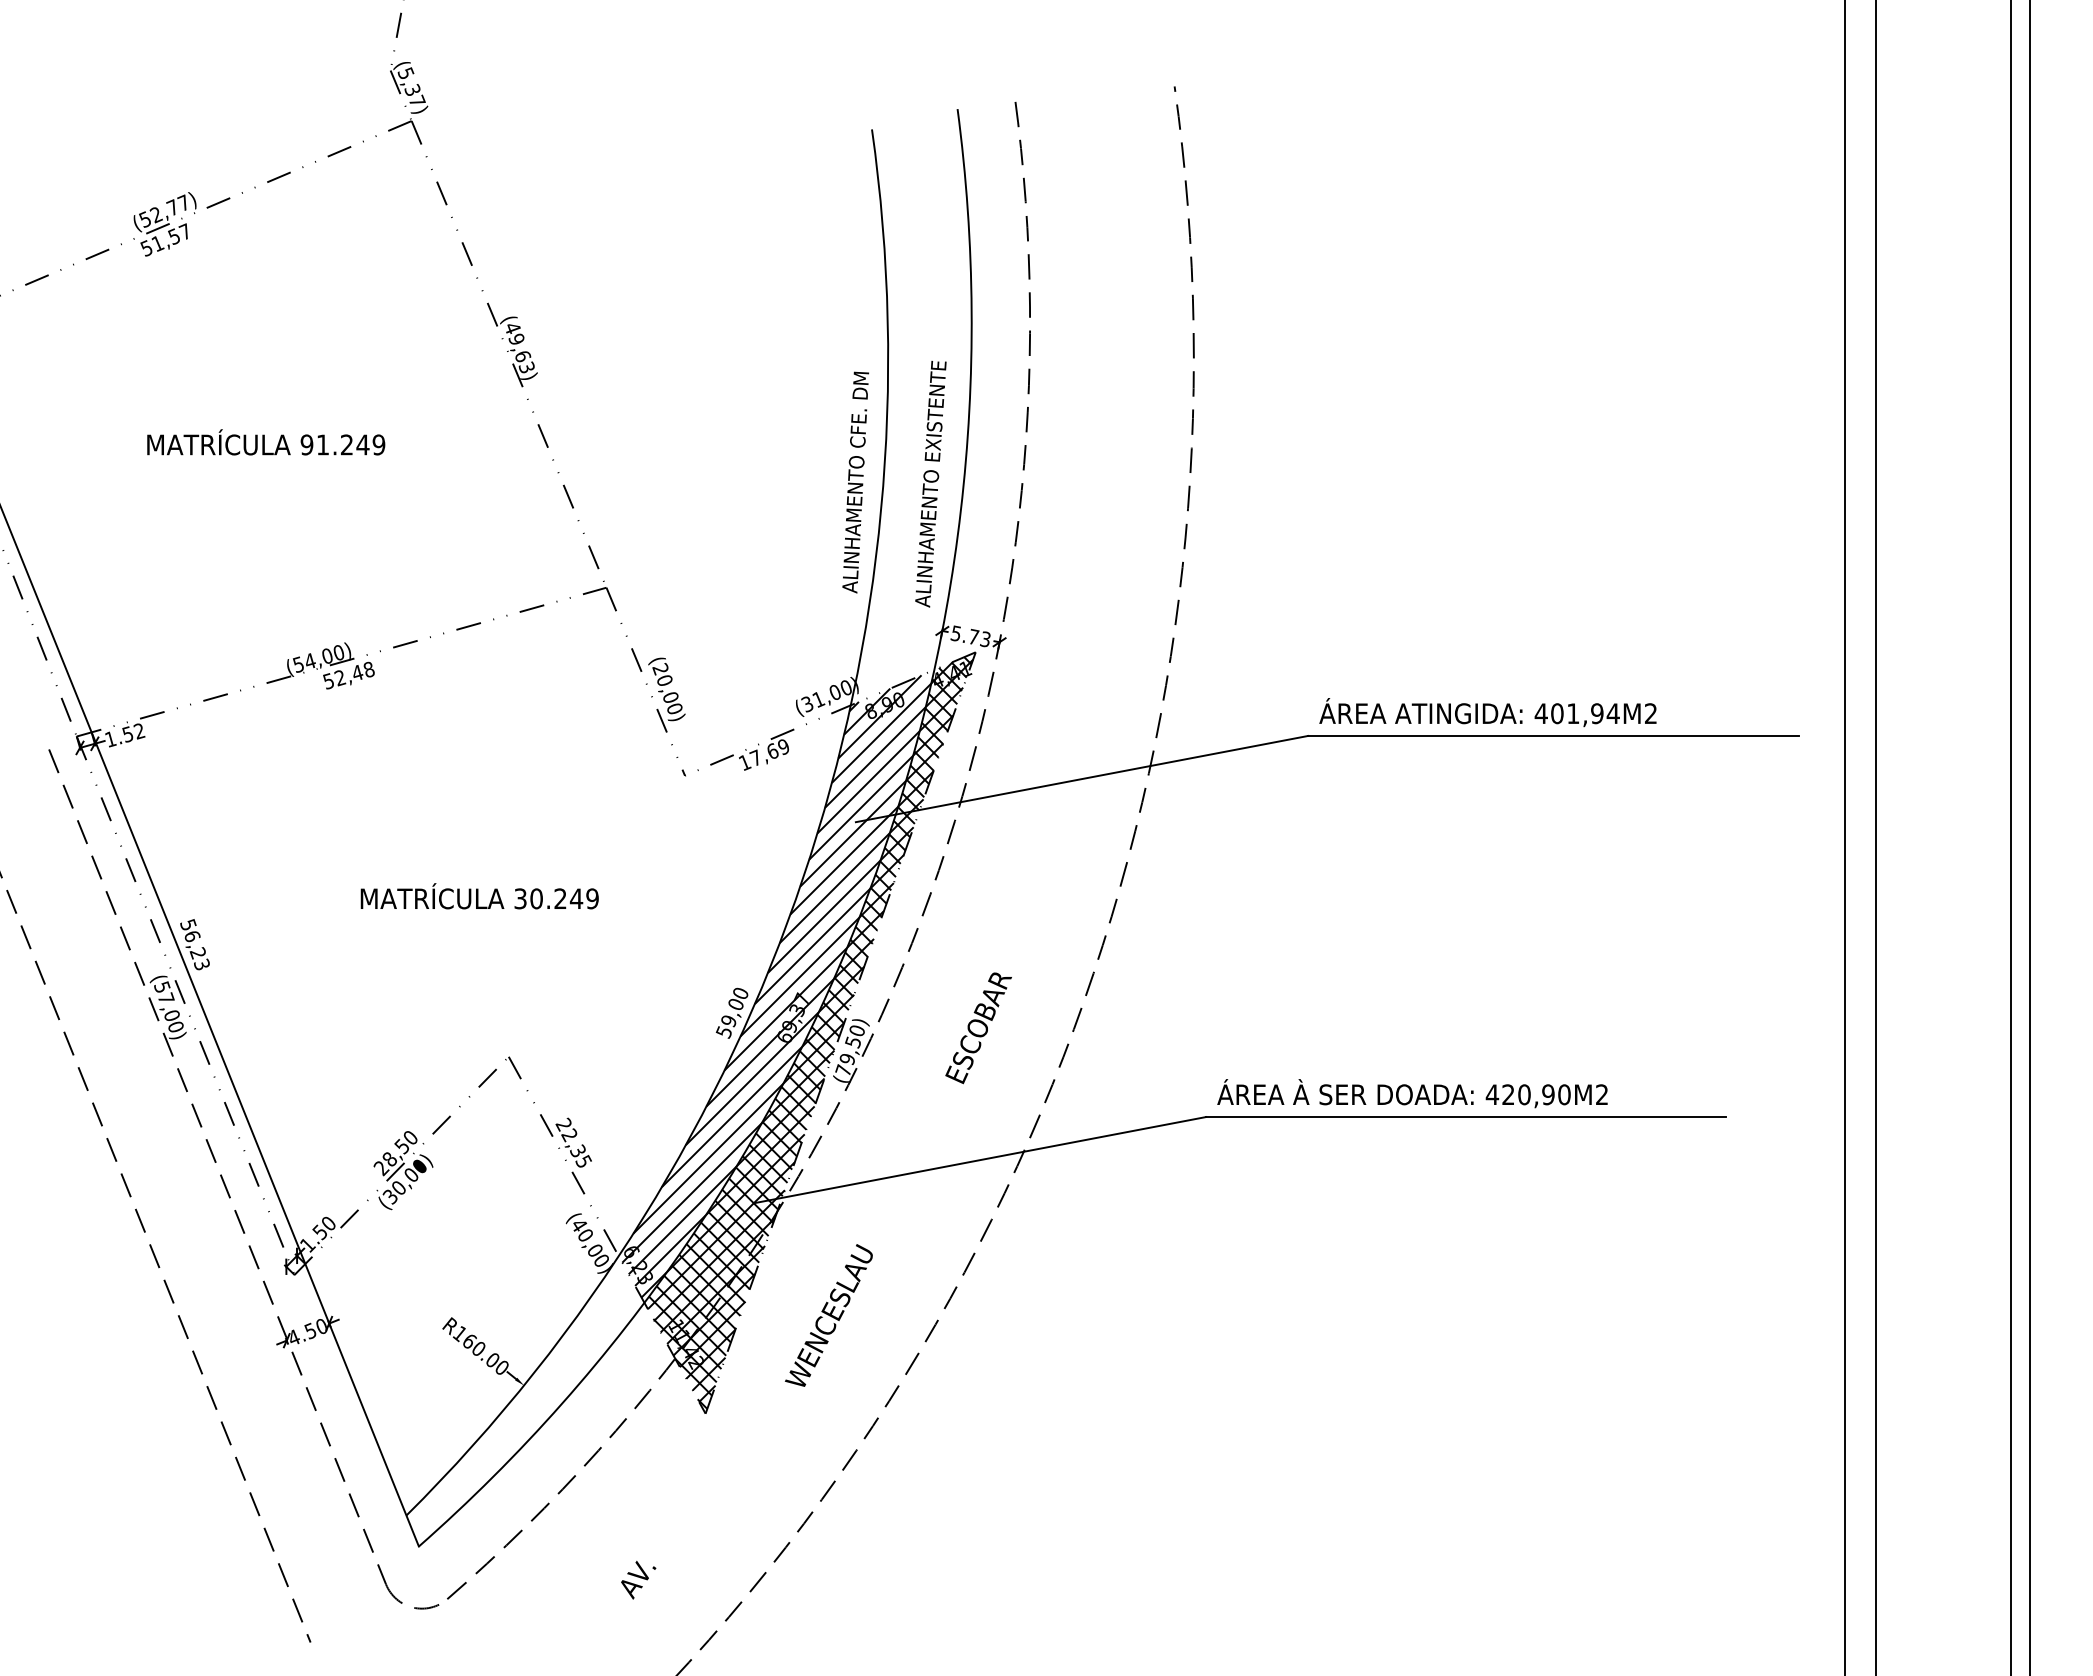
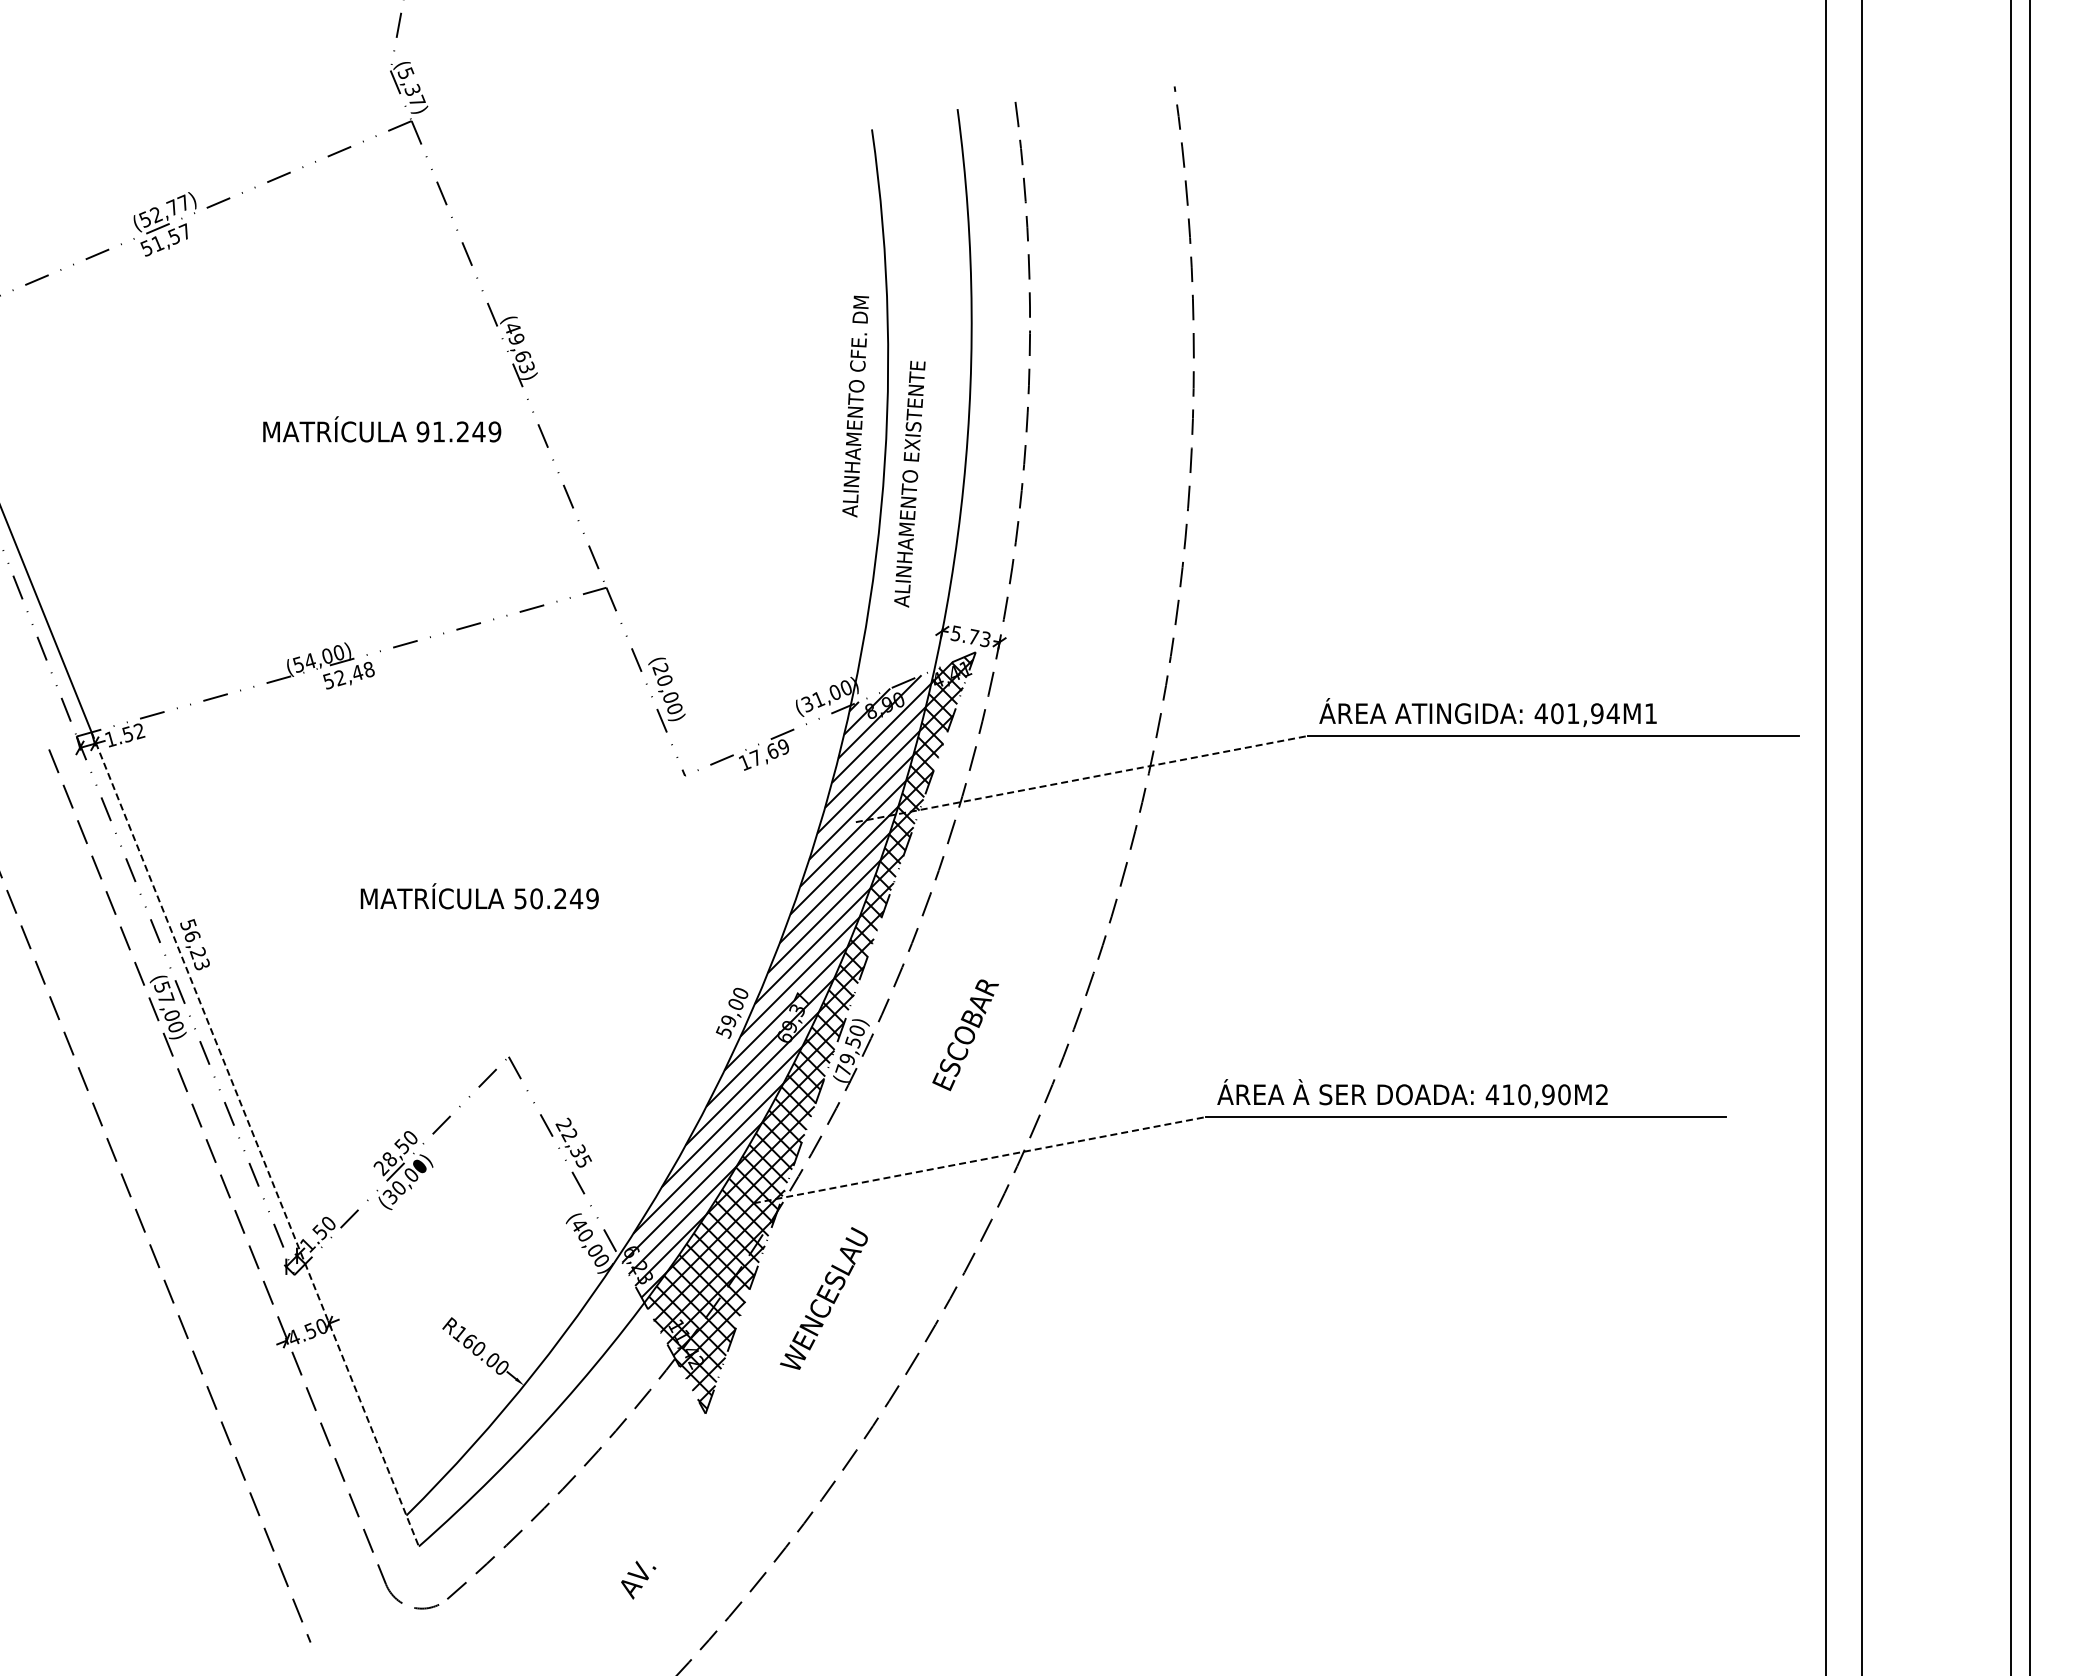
text at (266, 442) position: (266, 442) -> (382, 429)
text at (855, 482) position: (855, 482) -> (855, 406)
text at (930, 484) position: (930, 484) -> (909, 484)
text at (1650, 713): 401,94M2 -> 401,94M1
line at (1082, 778): solid -> dashed
line at (1845, 837) position: (1845, 837) -> (1826, 837)
line at (1875, 837) position: (1875, 837) -> (1861, 837)
text at (520, 898): 30.249 -> 50.249
text at (978, 1028) position: (978, 1028) -> (965, 1035)
text at (1508, 1094): 420,90M2 -> 410,90M2
line at (255, 1139): solid -> dashed
line at (980, 1160): solid -> dashed
text at (828, 1315) position: (828, 1315) -> (823, 1298)
